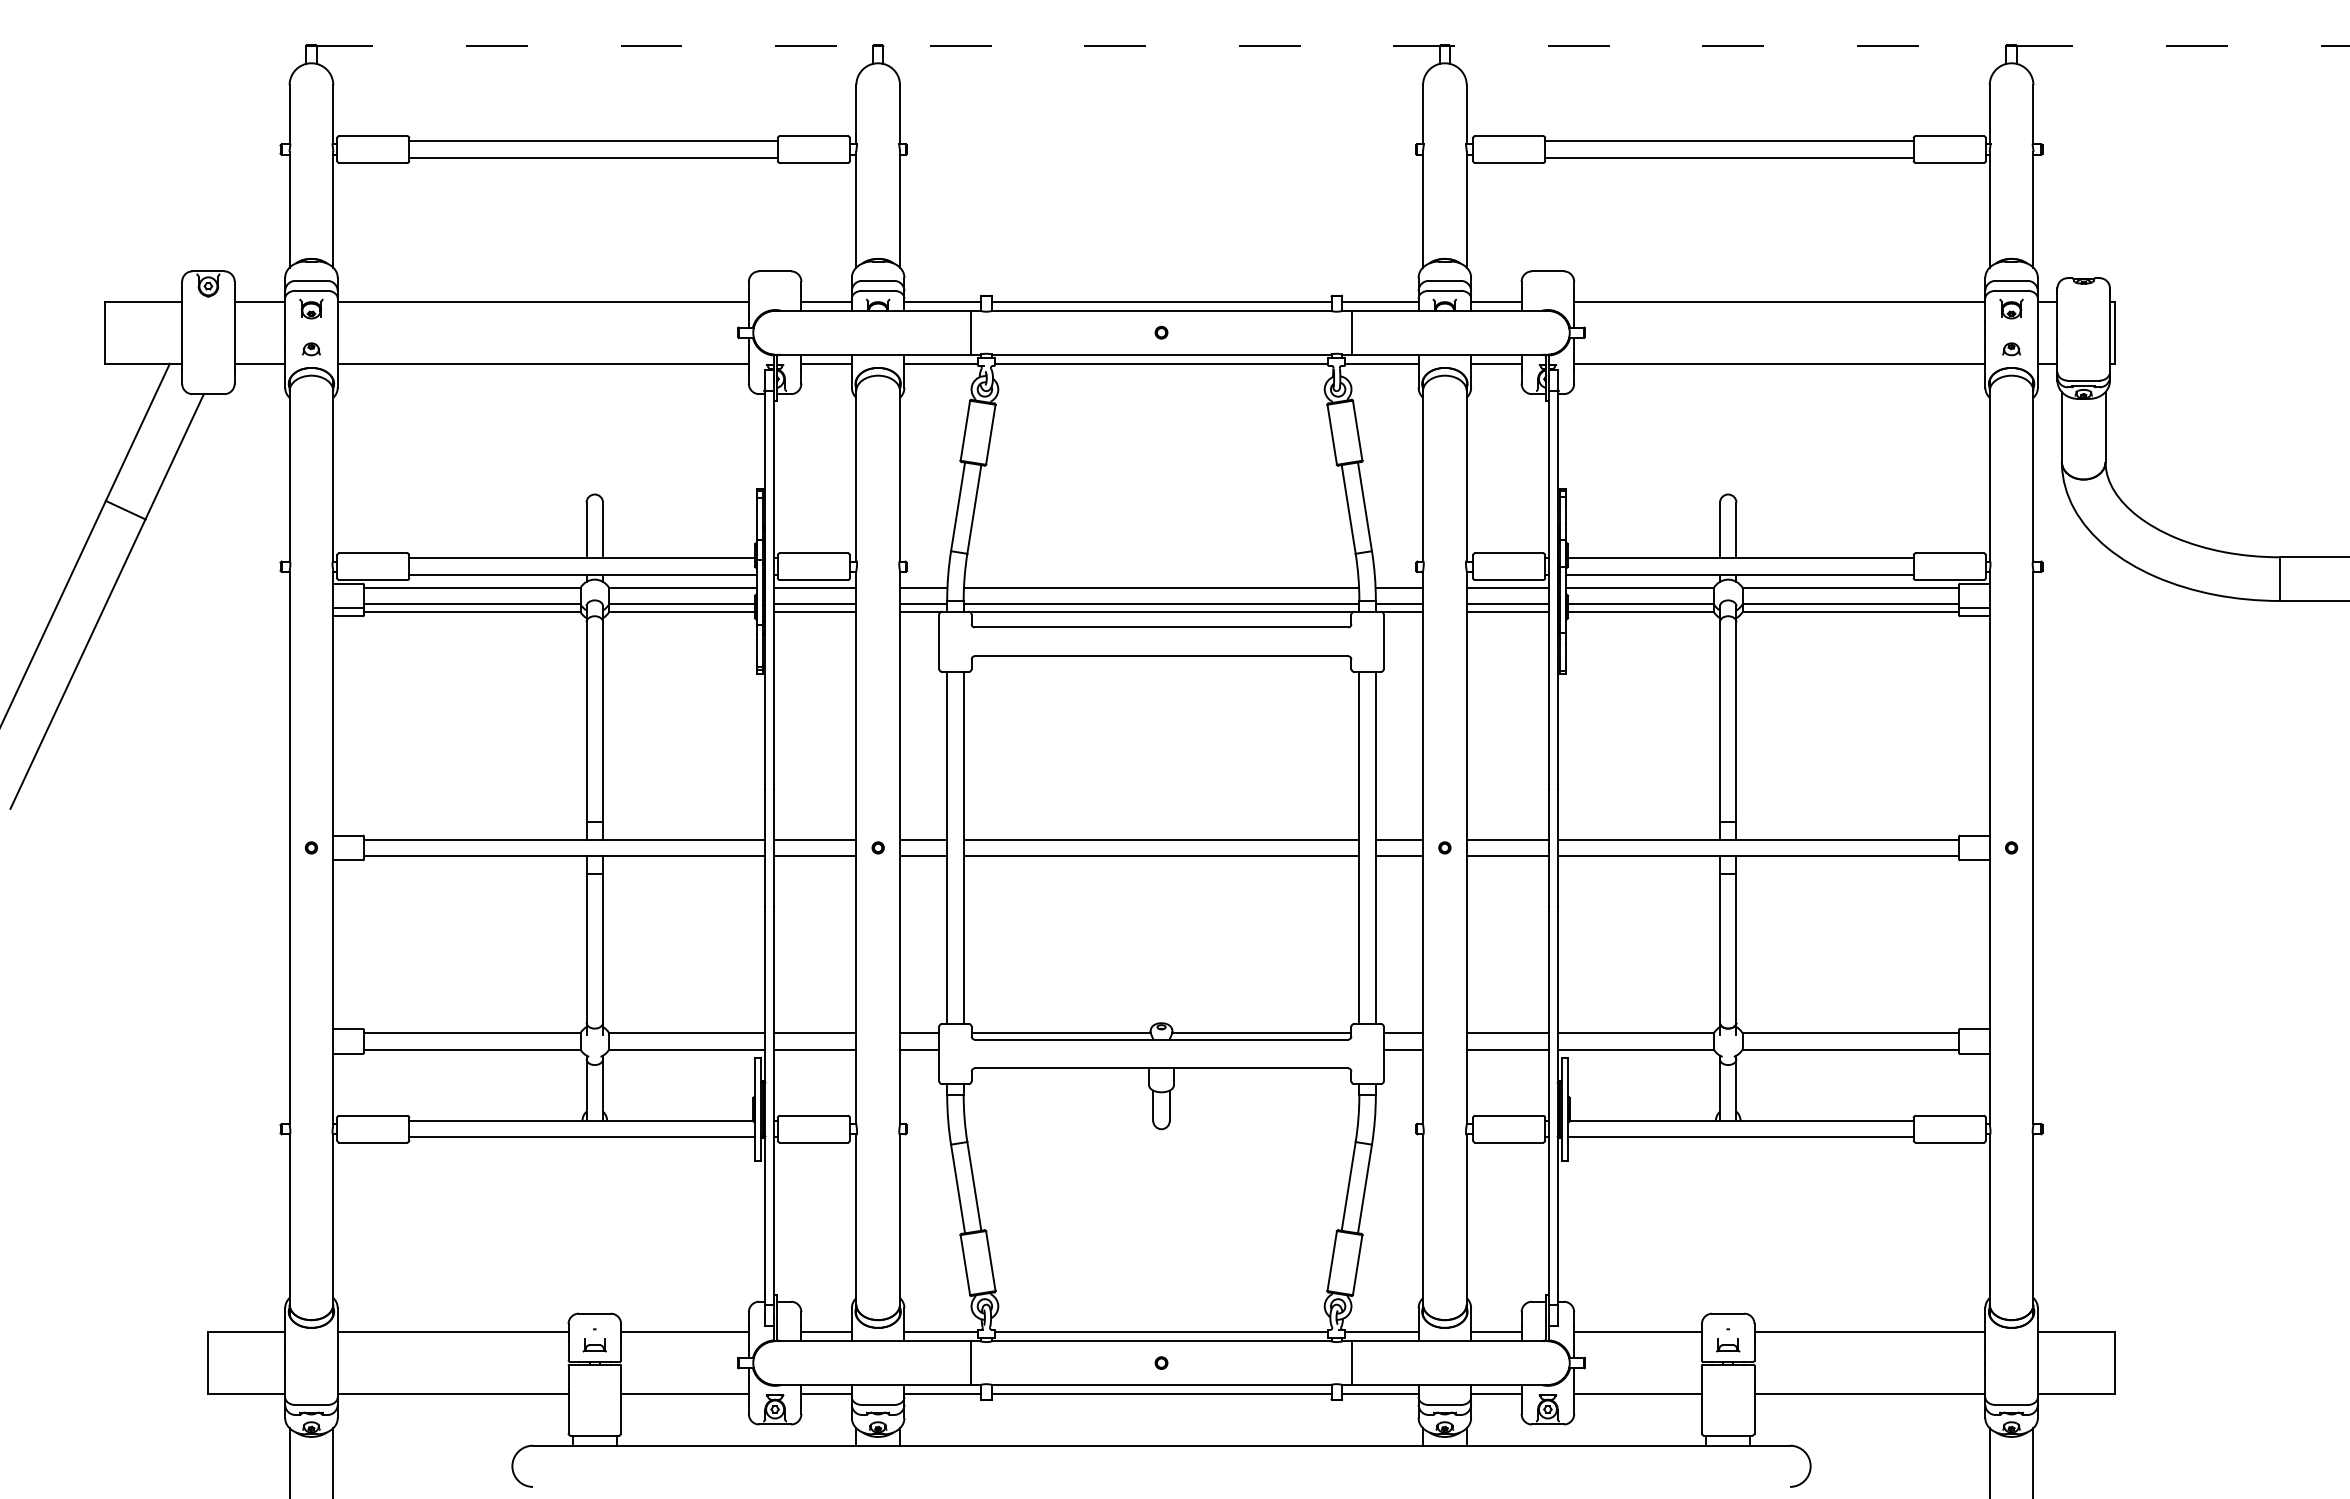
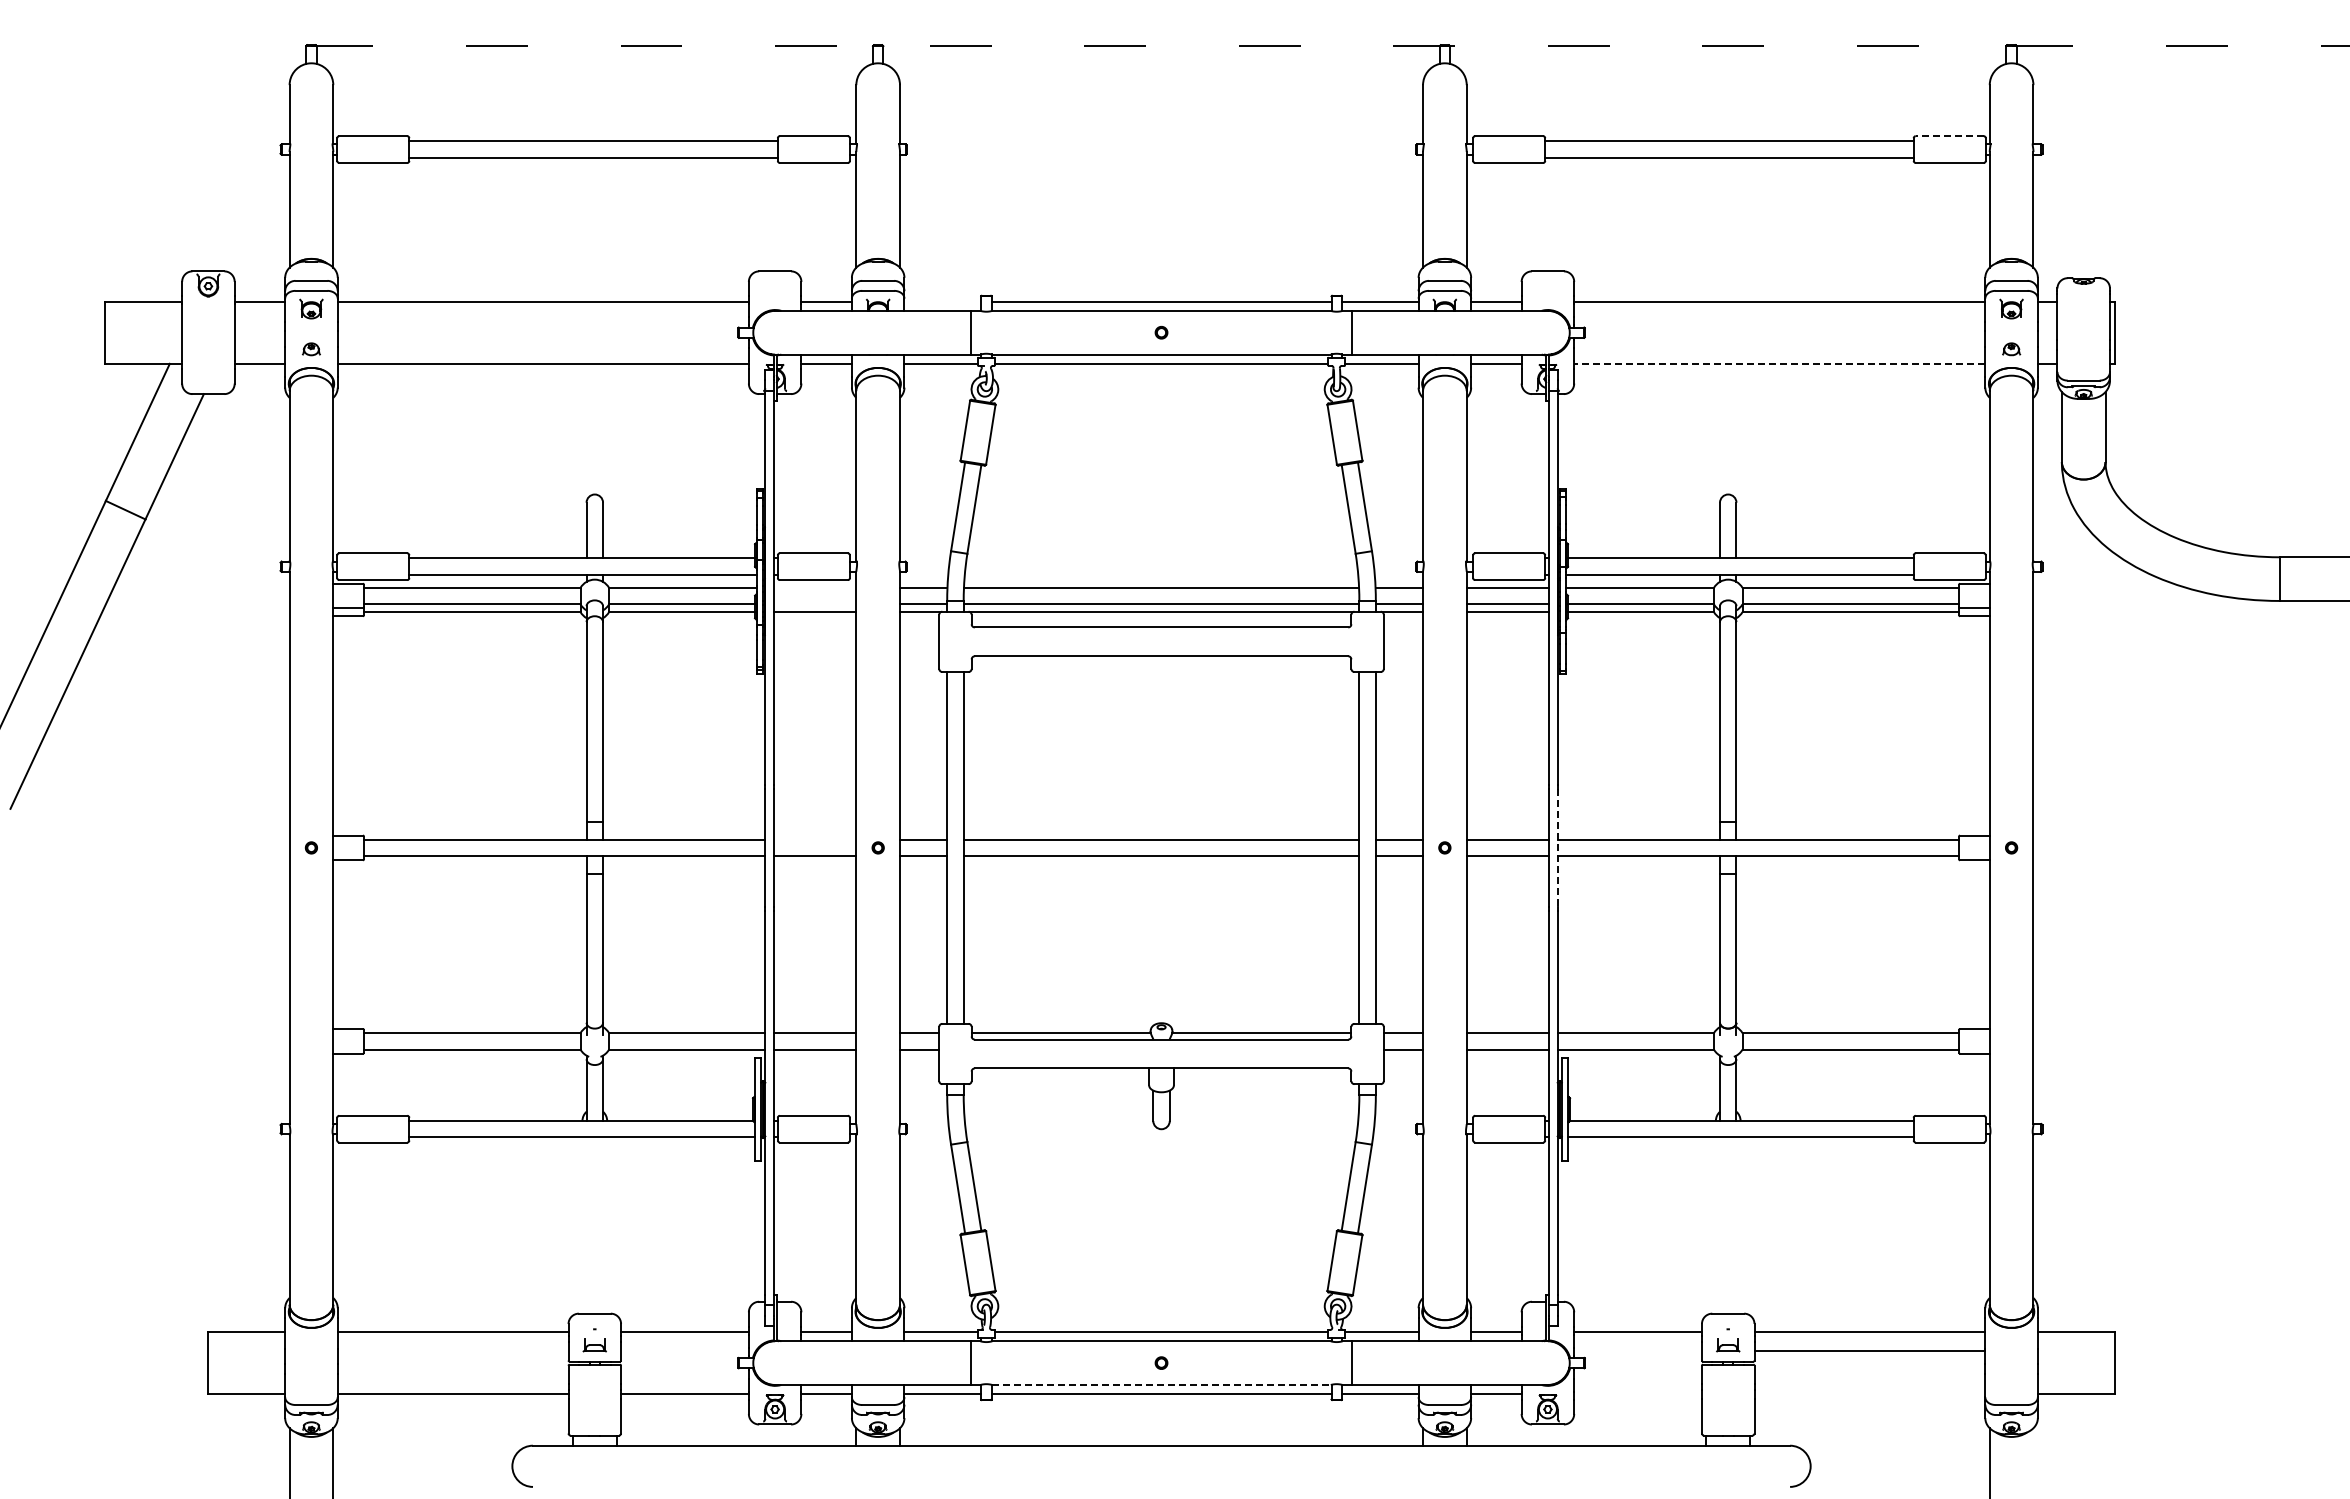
line at (1949, 136): solid -> dashed
line at (942, 301): present -> none
line at (1779, 363): solid -> dashed
line at (814, 587): present -> none
line at (814, 604): present -> none
line at (814, 839): present -> none
line at (1557, 848): solid -> dashed
line at (1162, 1384): solid -> dashed
line at (1637, 1394): present -> none
line at (1869, 1394) position: (1869, 1394) -> (1869, 1351)
line at (2033, 1461): present -> none
